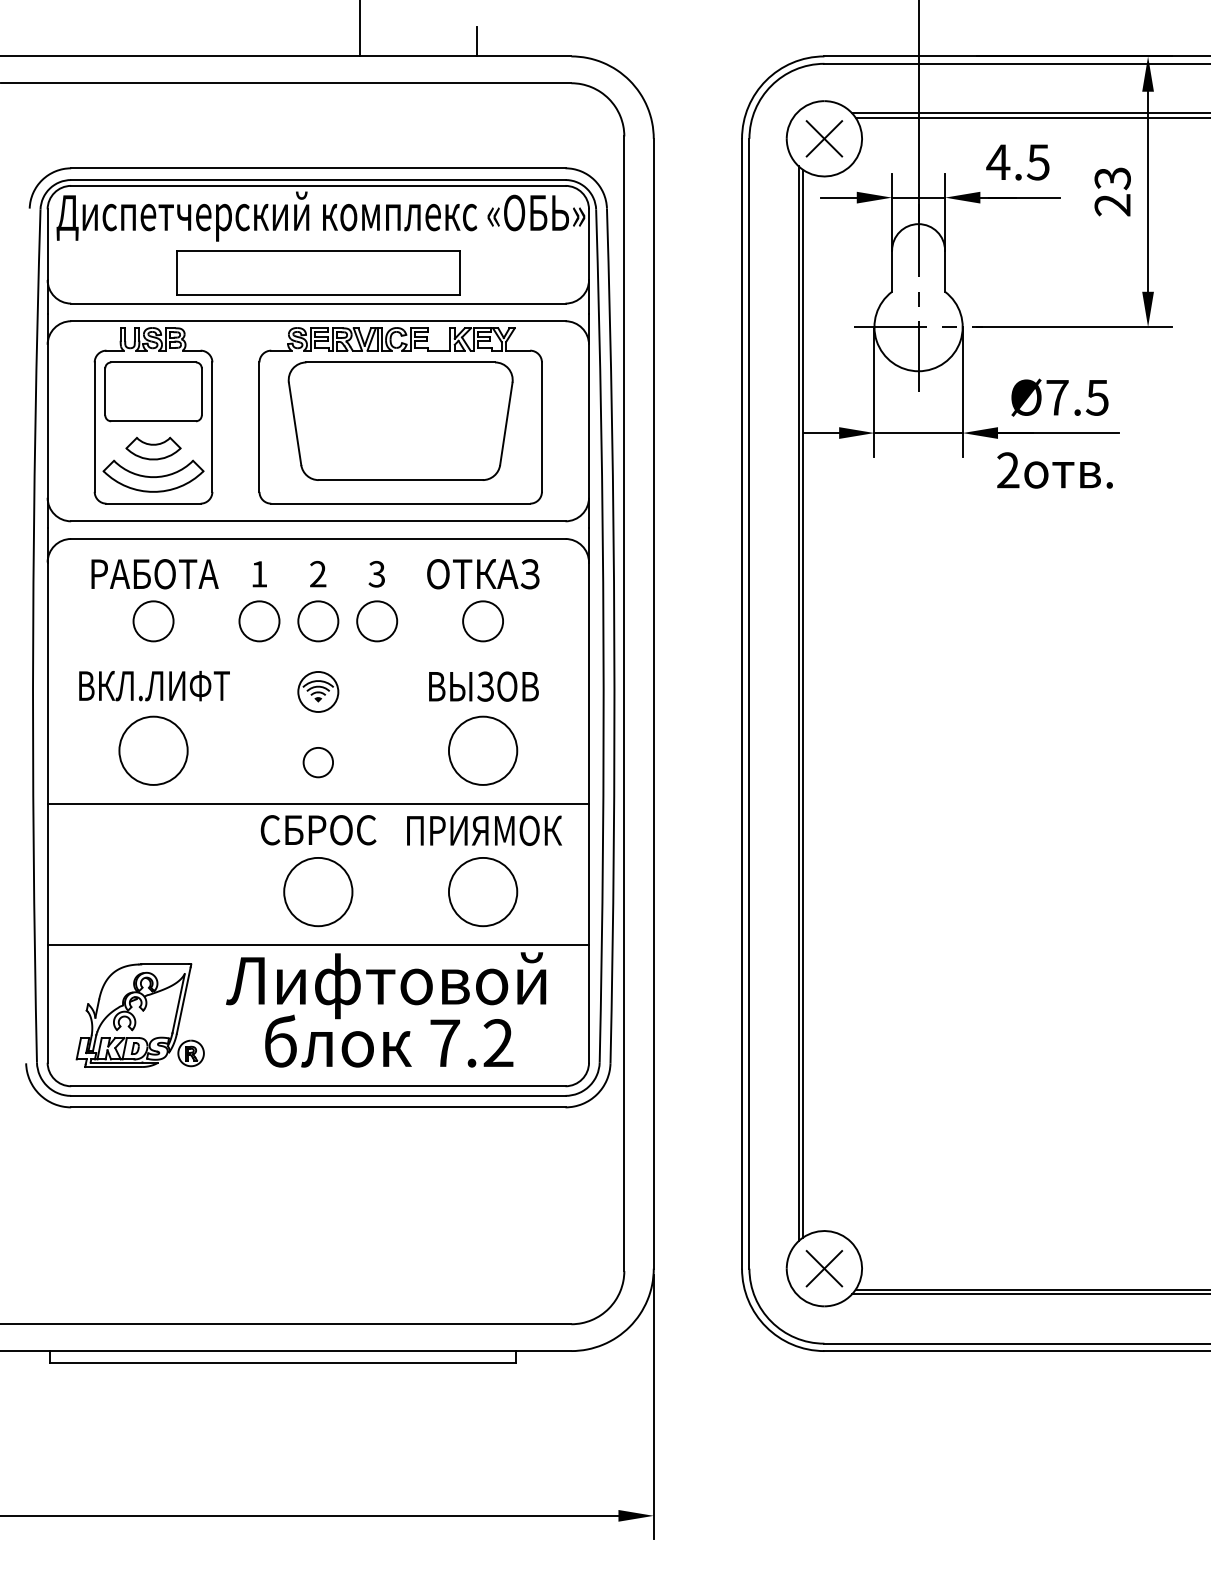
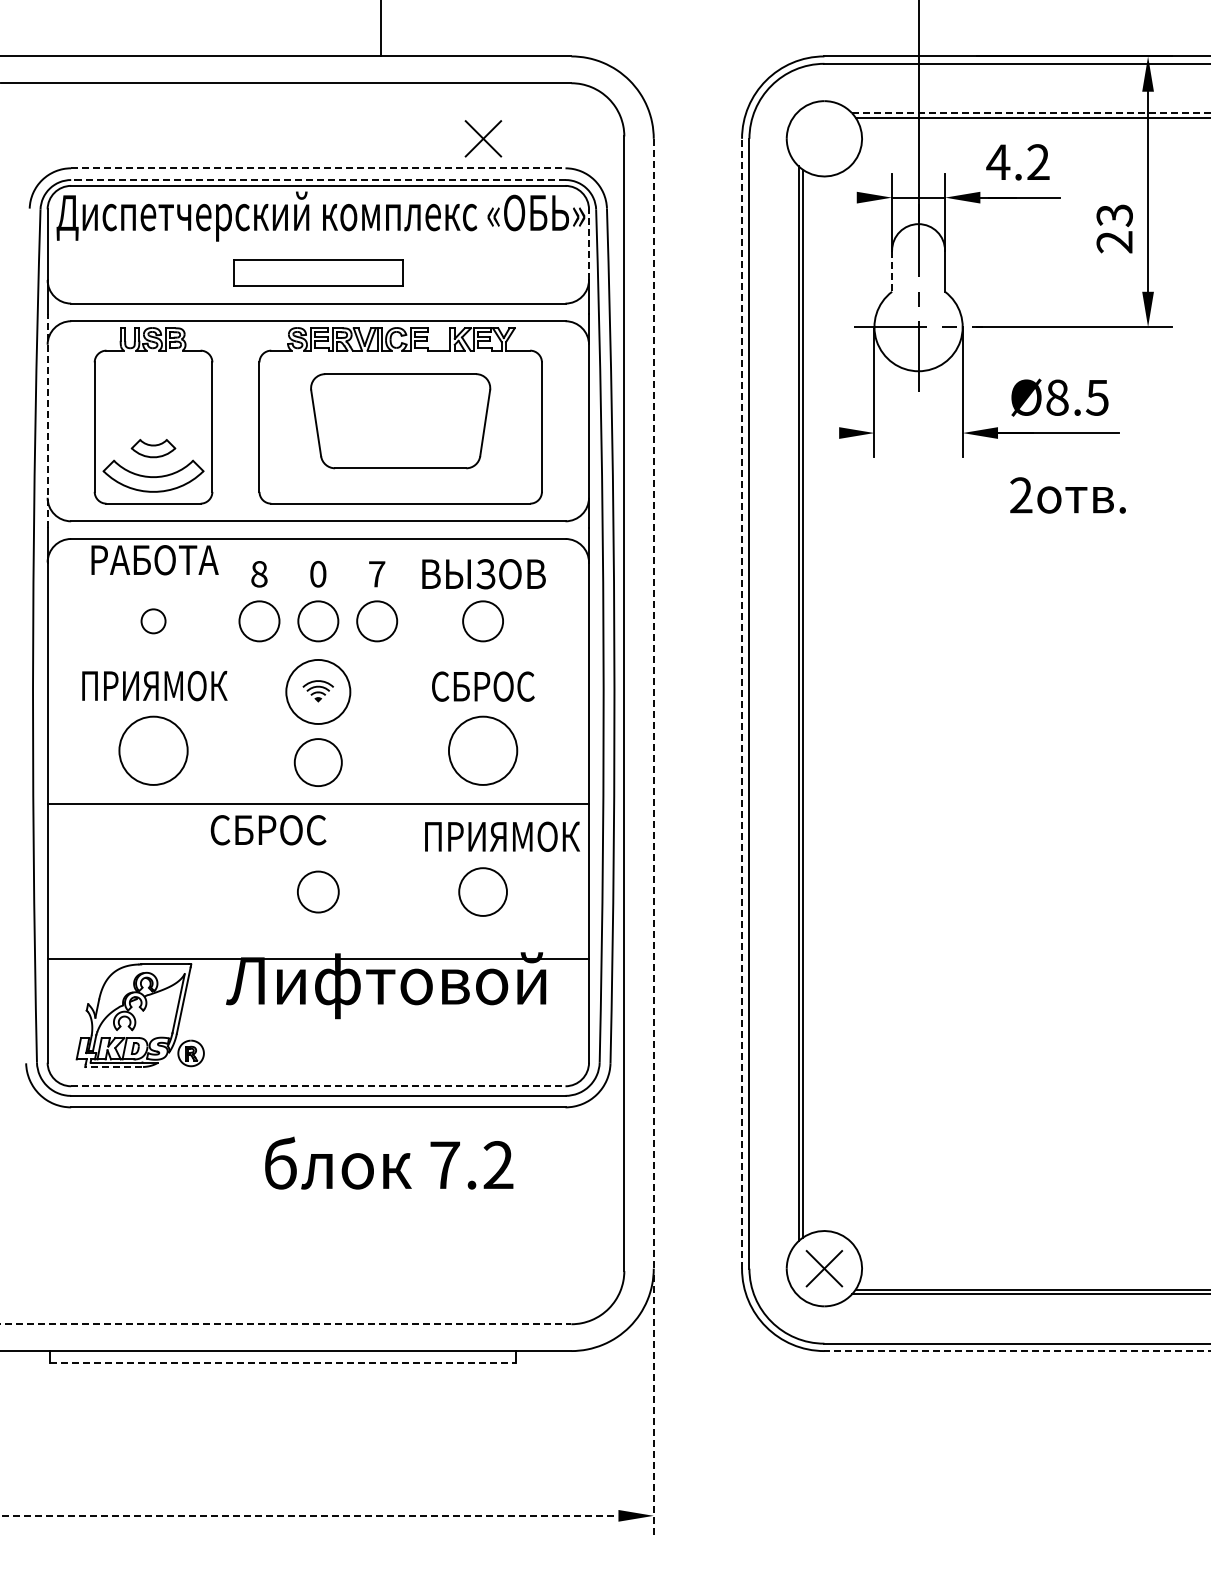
line at (359, 29) position: (359, 29) -> (380, 29)
line at (477, 41): present -> none
line at (1031, 113): solid -> dashed
part at (824, 138) position: (824, 138) -> (483, 138)
text at (1037, 162): 4.5 -> 4.2
line at (318, 168): solid -> dashed
line at (317, 180): solid -> dashed
text at (1112, 191) position: (1112, 191) -> (1114, 228)
line at (838, 197): present -> none
line at (589, 244): solid -> dashed
line at (892, 271): solid -> dashed
part at (318, 272) size: 285x46 px -> 171x28 px
part at (153, 391): present -> none
text at (1057, 397): Ø7.5 -> Ø8.5
line at (47, 420): solid -> dashed
part at (400, 420) size: 227x120 px -> 182x97 px
line at (821, 433): present -> none
line at (918, 433): present -> none
part at (153, 448) size: 57x25 px -> 47x20 px
text at (1054, 470) position: (1054, 470) -> (1067, 495)
text at (376, 573): 3 -> 7
text at (154, 574) position: (154, 574) -> (154, 560)
text at (259, 574): 1 -> 8
text at (318, 574): 2 -> 0
text at (483, 574): ОТКАЗ -> ВЫЗОВ
circle at (153, 621) diameter: 40 px -> 24 px
text at (154, 685): ВКЛ.ЛИФТ -> ПРИЯМОК
text at (483, 686): ВЫЗОВ -> СБРОС
circle at (318, 691) diameter: 40 px -> 64 px
line at (653, 703): solid -> dashed
line at (742, 703): solid -> dashed
circle at (318, 762) diameter: 29 px -> 47 px
text at (318, 830) position: (318, 830) -> (268, 830)
text at (484, 830) position: (484, 830) -> (502, 836)
circle at (318, 891) diameter: 68 px -> 41 px
circle at (482, 891) diameter: 68 px -> 48 px
line at (318, 945) position: (318, 945) -> (318, 959)
text at (389, 1040) position: (389, 1040) -> (389, 1162)
line at (113, 1067): solid -> dashed
line at (318, 1086): solid -> dashed
line at (286, 1324): solid -> dashed
line at (1017, 1351): solid -> dashed
line at (283, 1362): solid -> dashed
line at (653, 1407): solid -> dashed
line at (309, 1515): solid -> dashed
